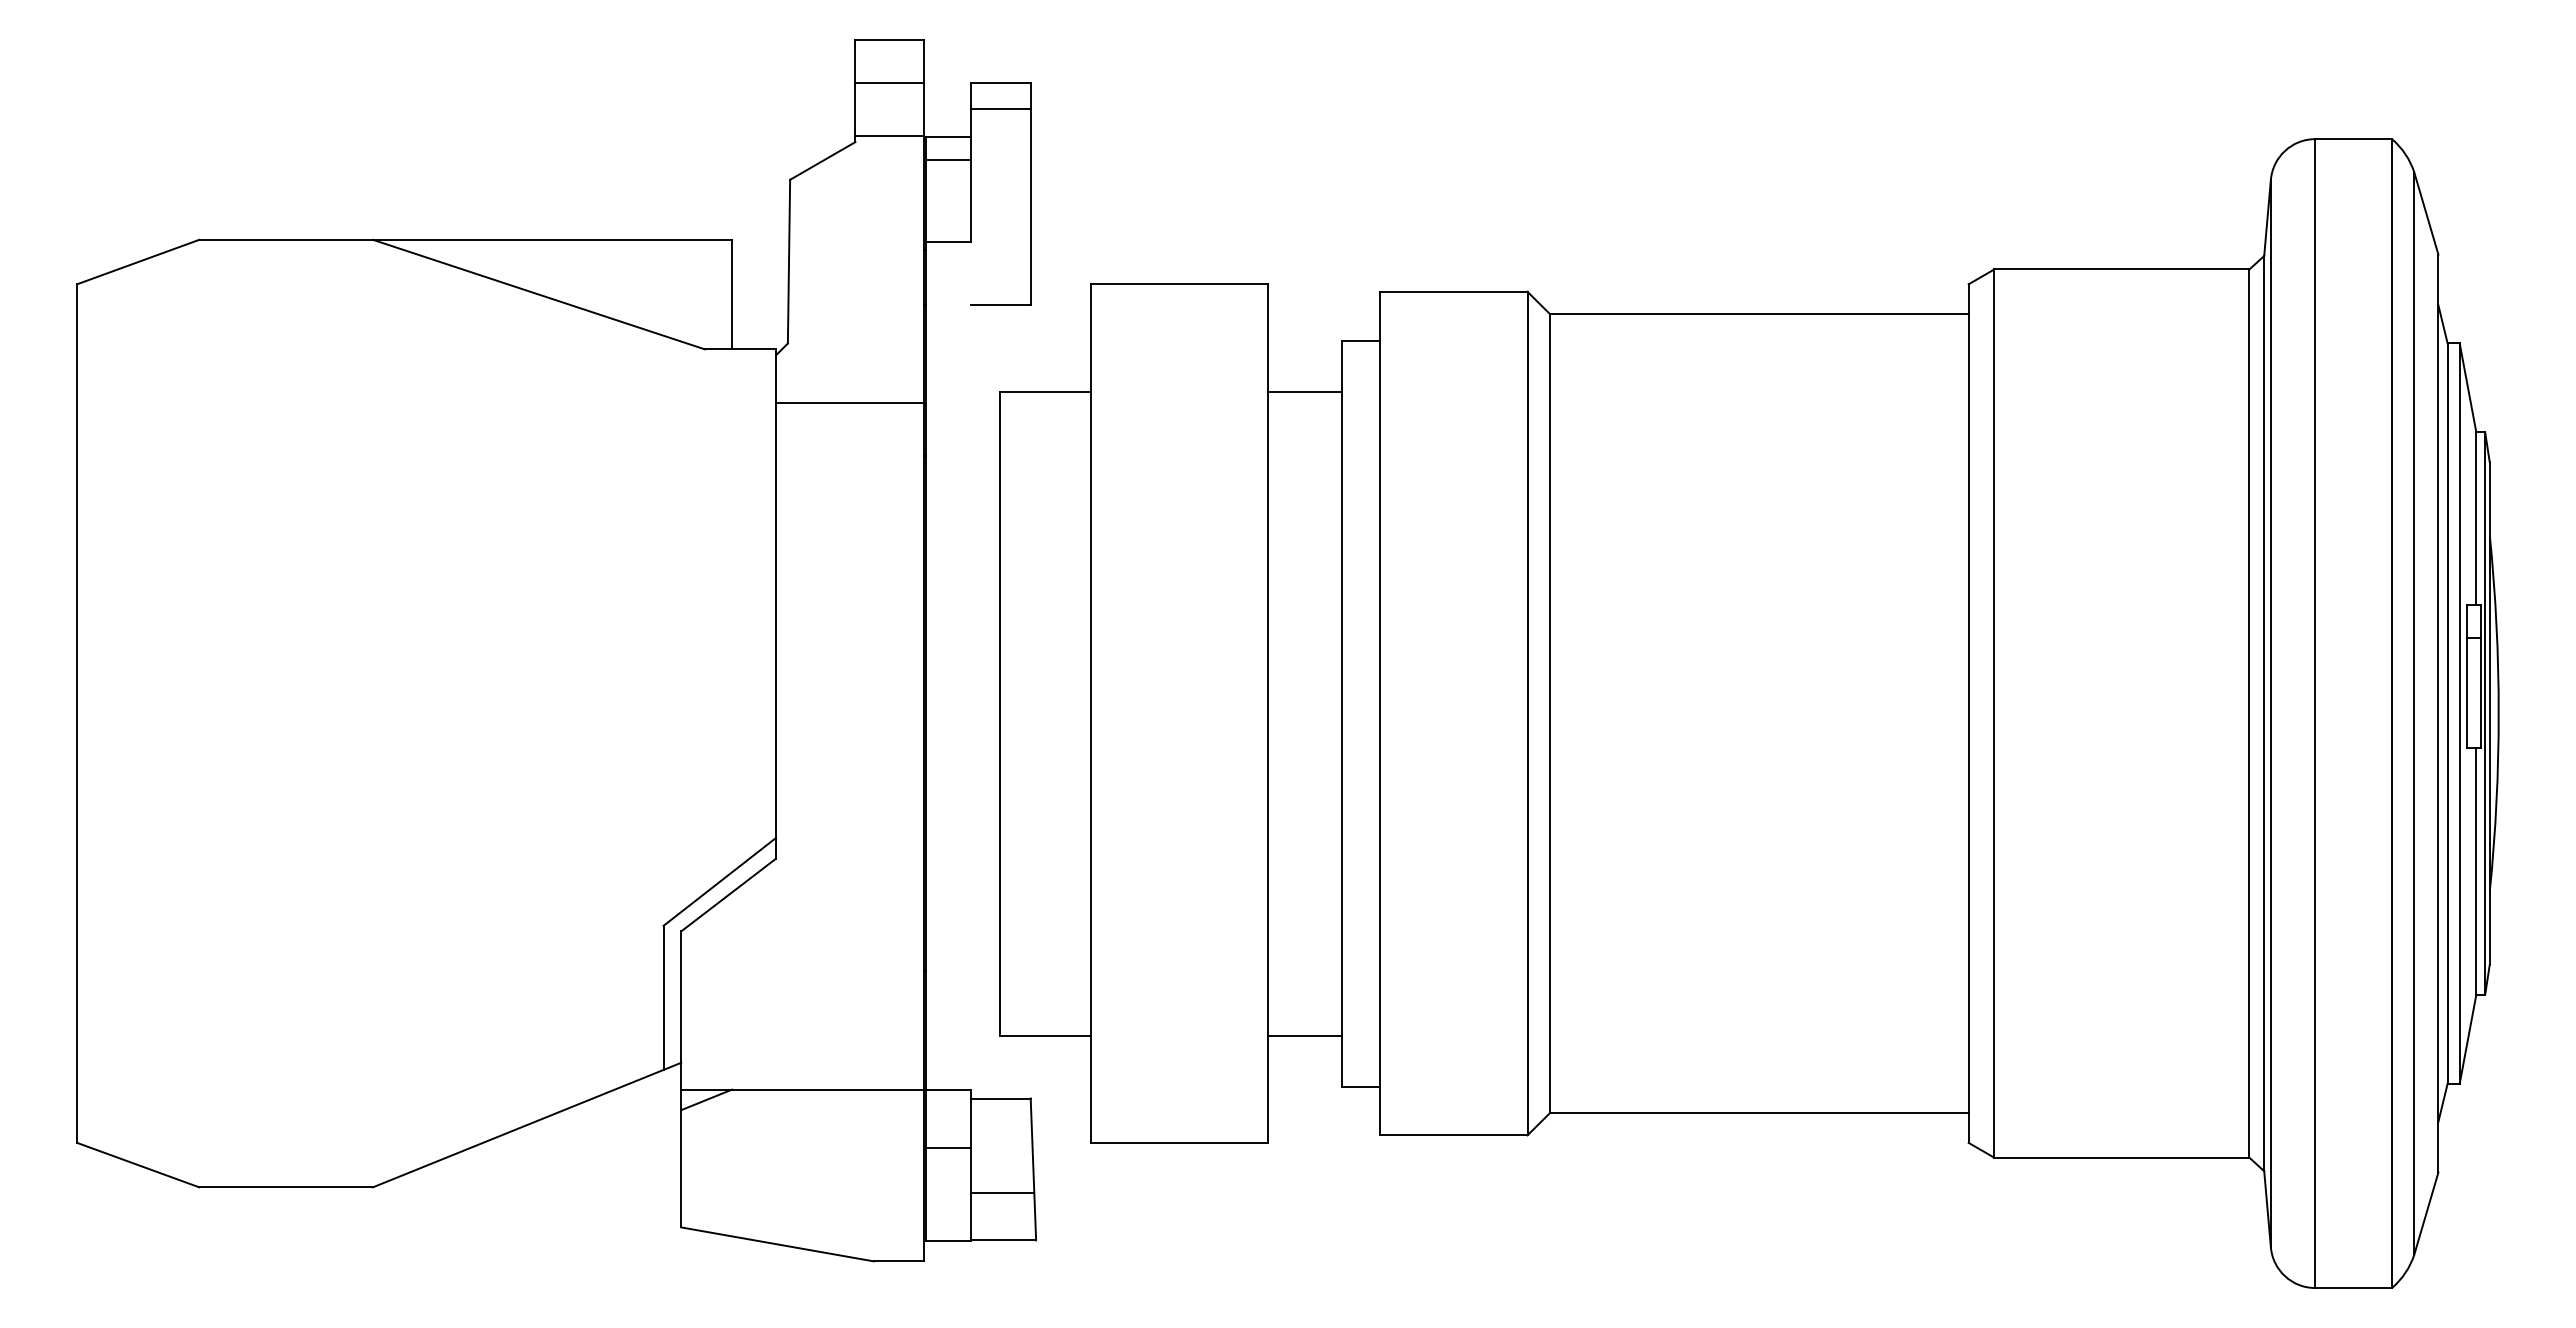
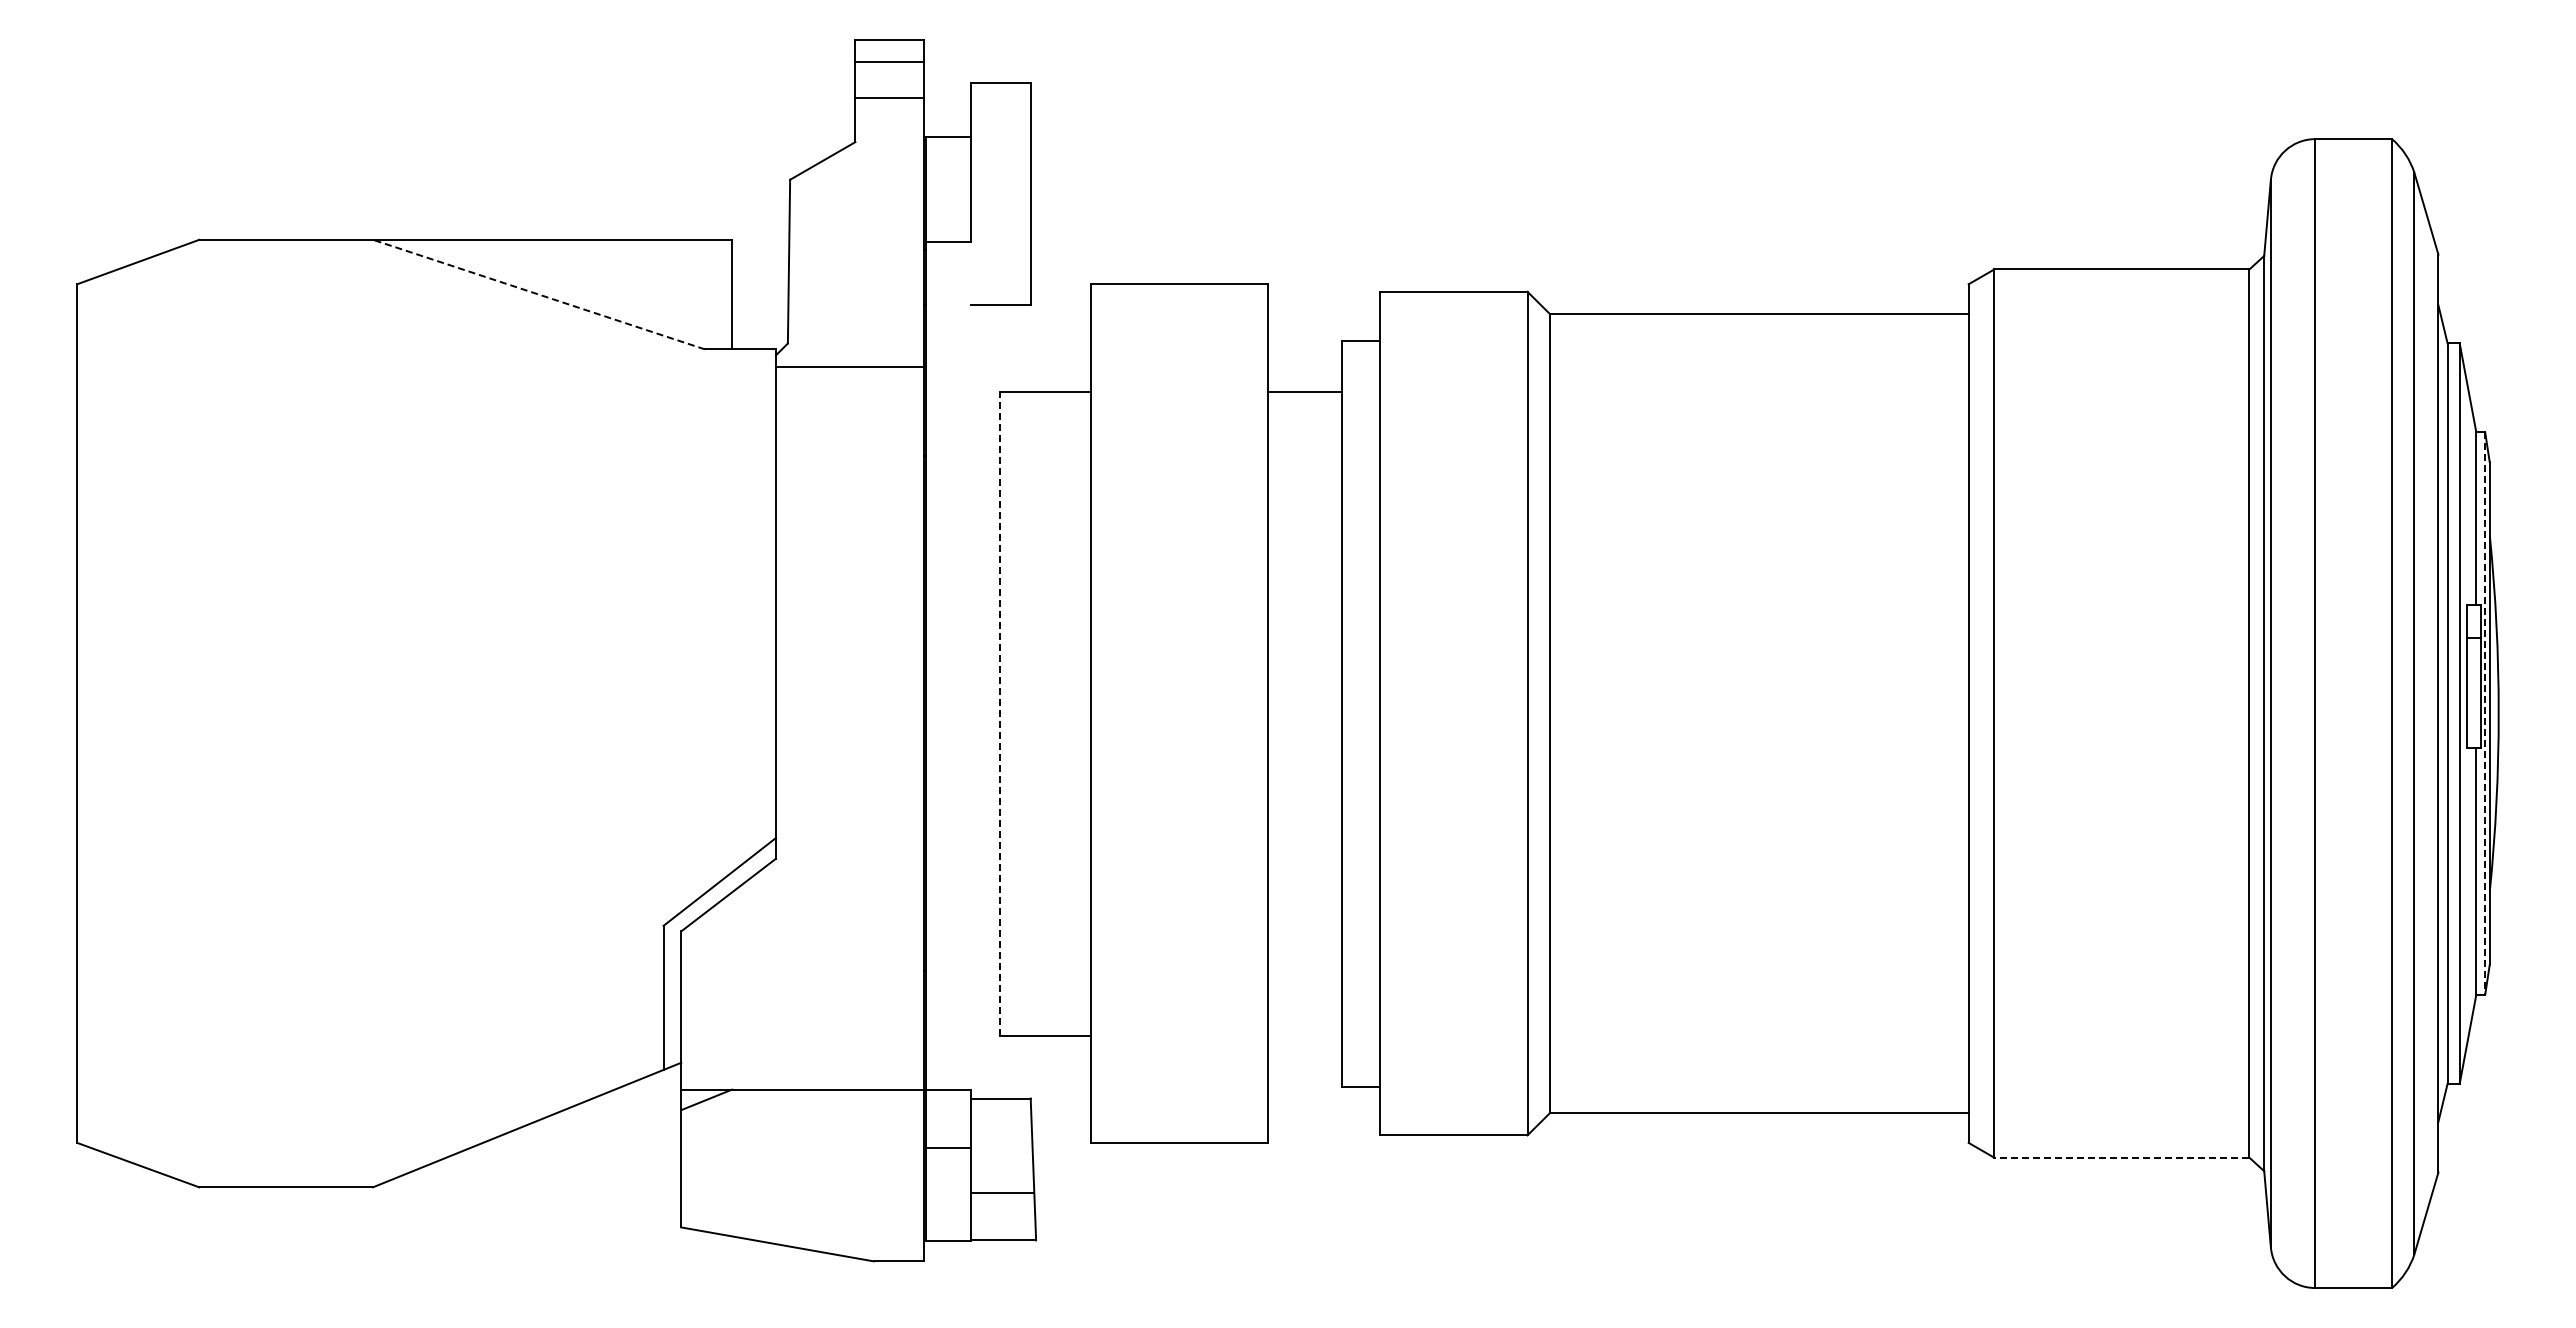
line at (889, 82) position: (889, 82) -> (889, 61)
line at (1000, 108): present -> none
line at (889, 136) position: (889, 136) -> (889, 98)
line at (948, 159): present -> none
line at (538, 294): solid -> dashed
line at (849, 402) position: (849, 402) -> (849, 366)
line at (1000, 713): solid -> dashed
line at (2485, 714): solid -> dashed
line at (1305, 1035): present -> none
line at (2121, 1157): solid -> dashed
